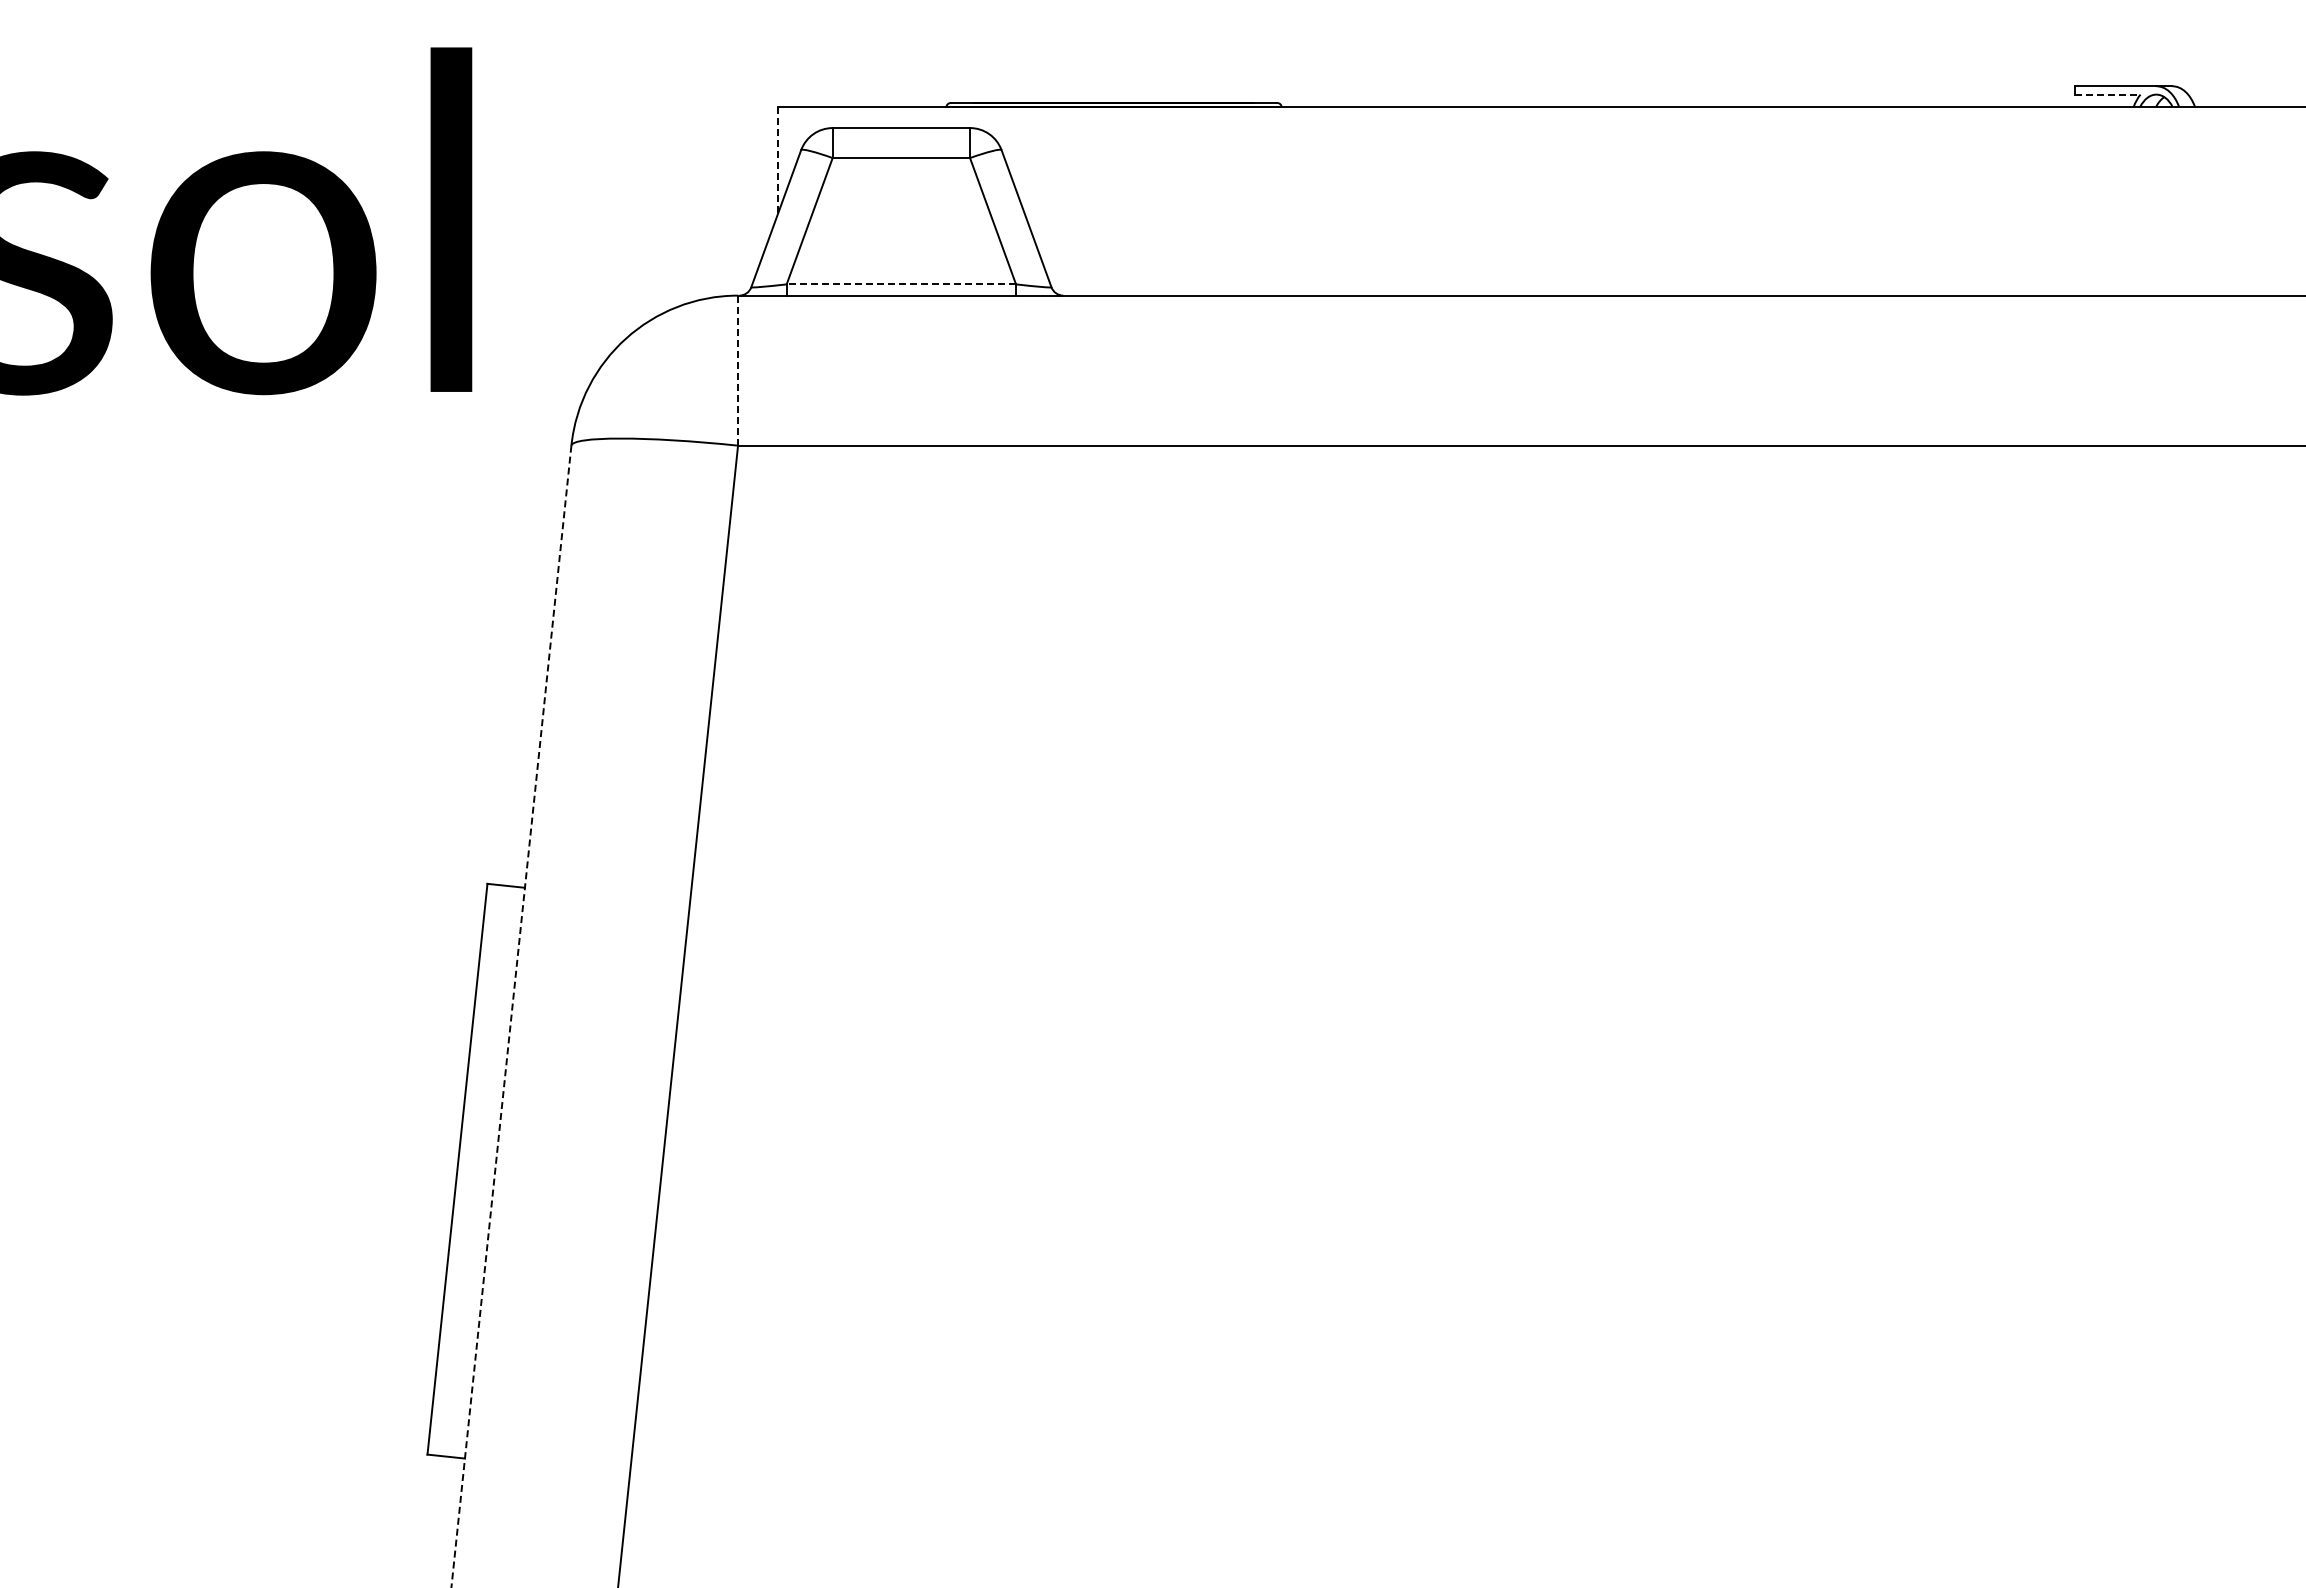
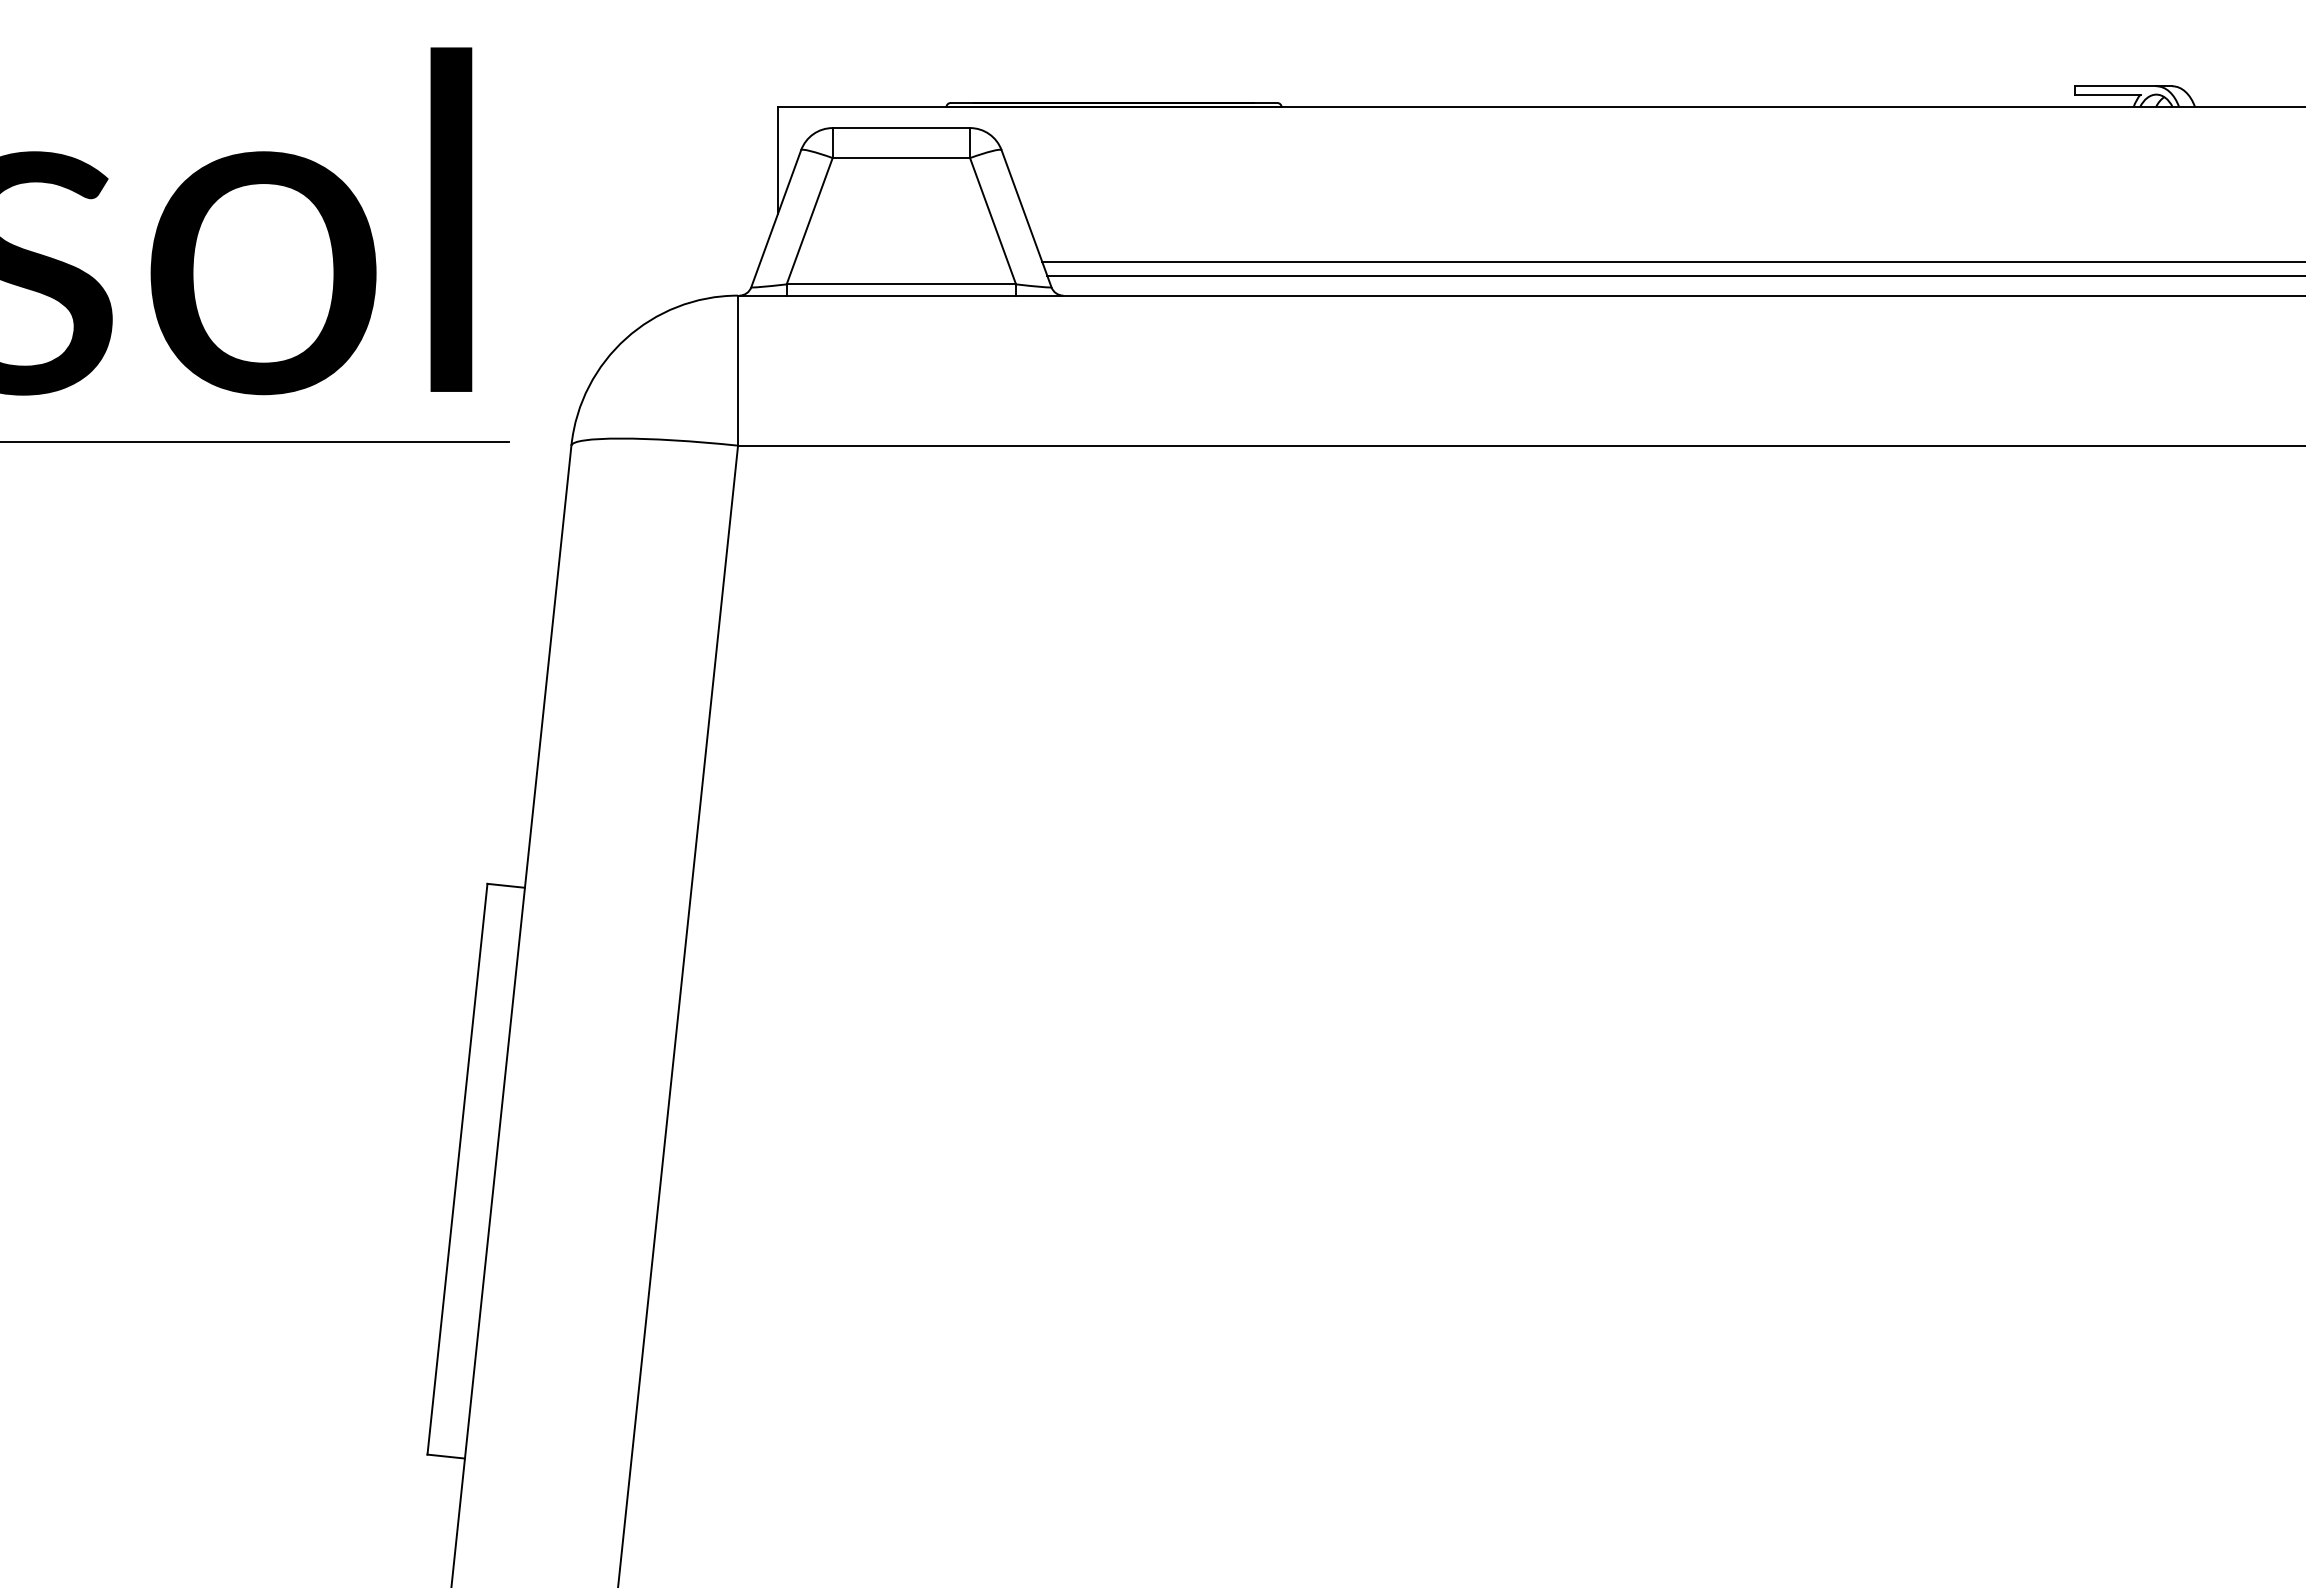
line at (2107, 94): dashed -> solid
line at (777, 160): dashed -> solid
line at (1672, 262): none -> present
line at (1674, 275): none -> present
line at (901, 284): dashed -> solid
line at (738, 371): dashed -> solid
line at (255, 442): none -> present
line at (511, 1016): dashed -> solid
